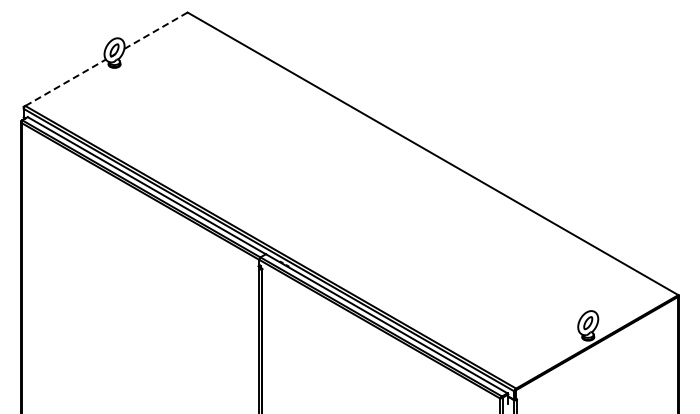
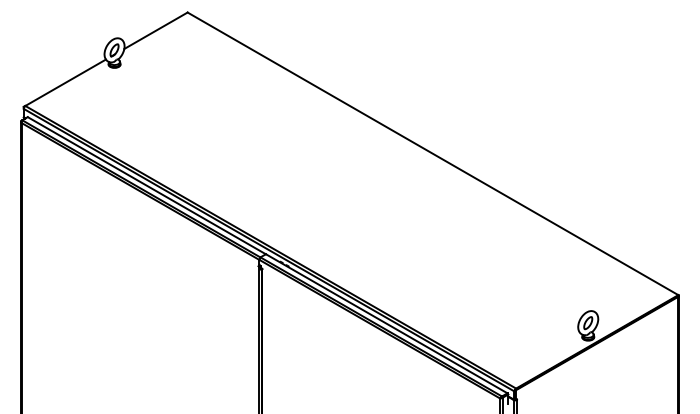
line at (155, 30): dashed -> solid
line at (66, 82): dashed -> solid
